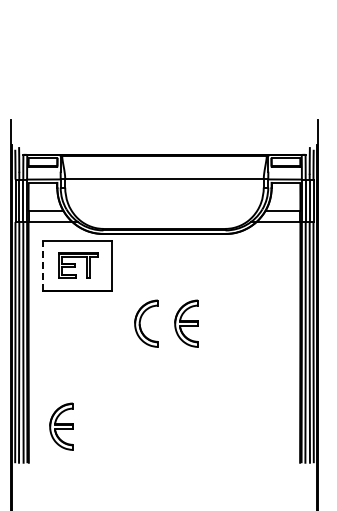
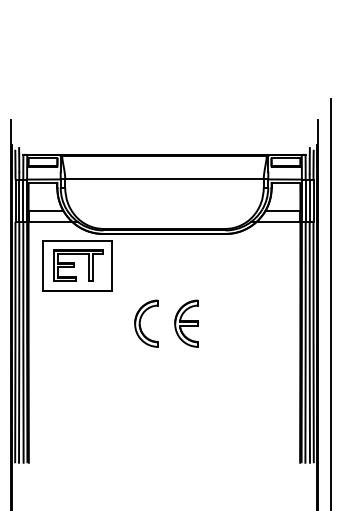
part at (78, 265) size: 41x27 px -> 51x33 px
line at (43, 266): dashed -> solid
line at (330, 302): none -> present
part at (61, 426): present -> none
